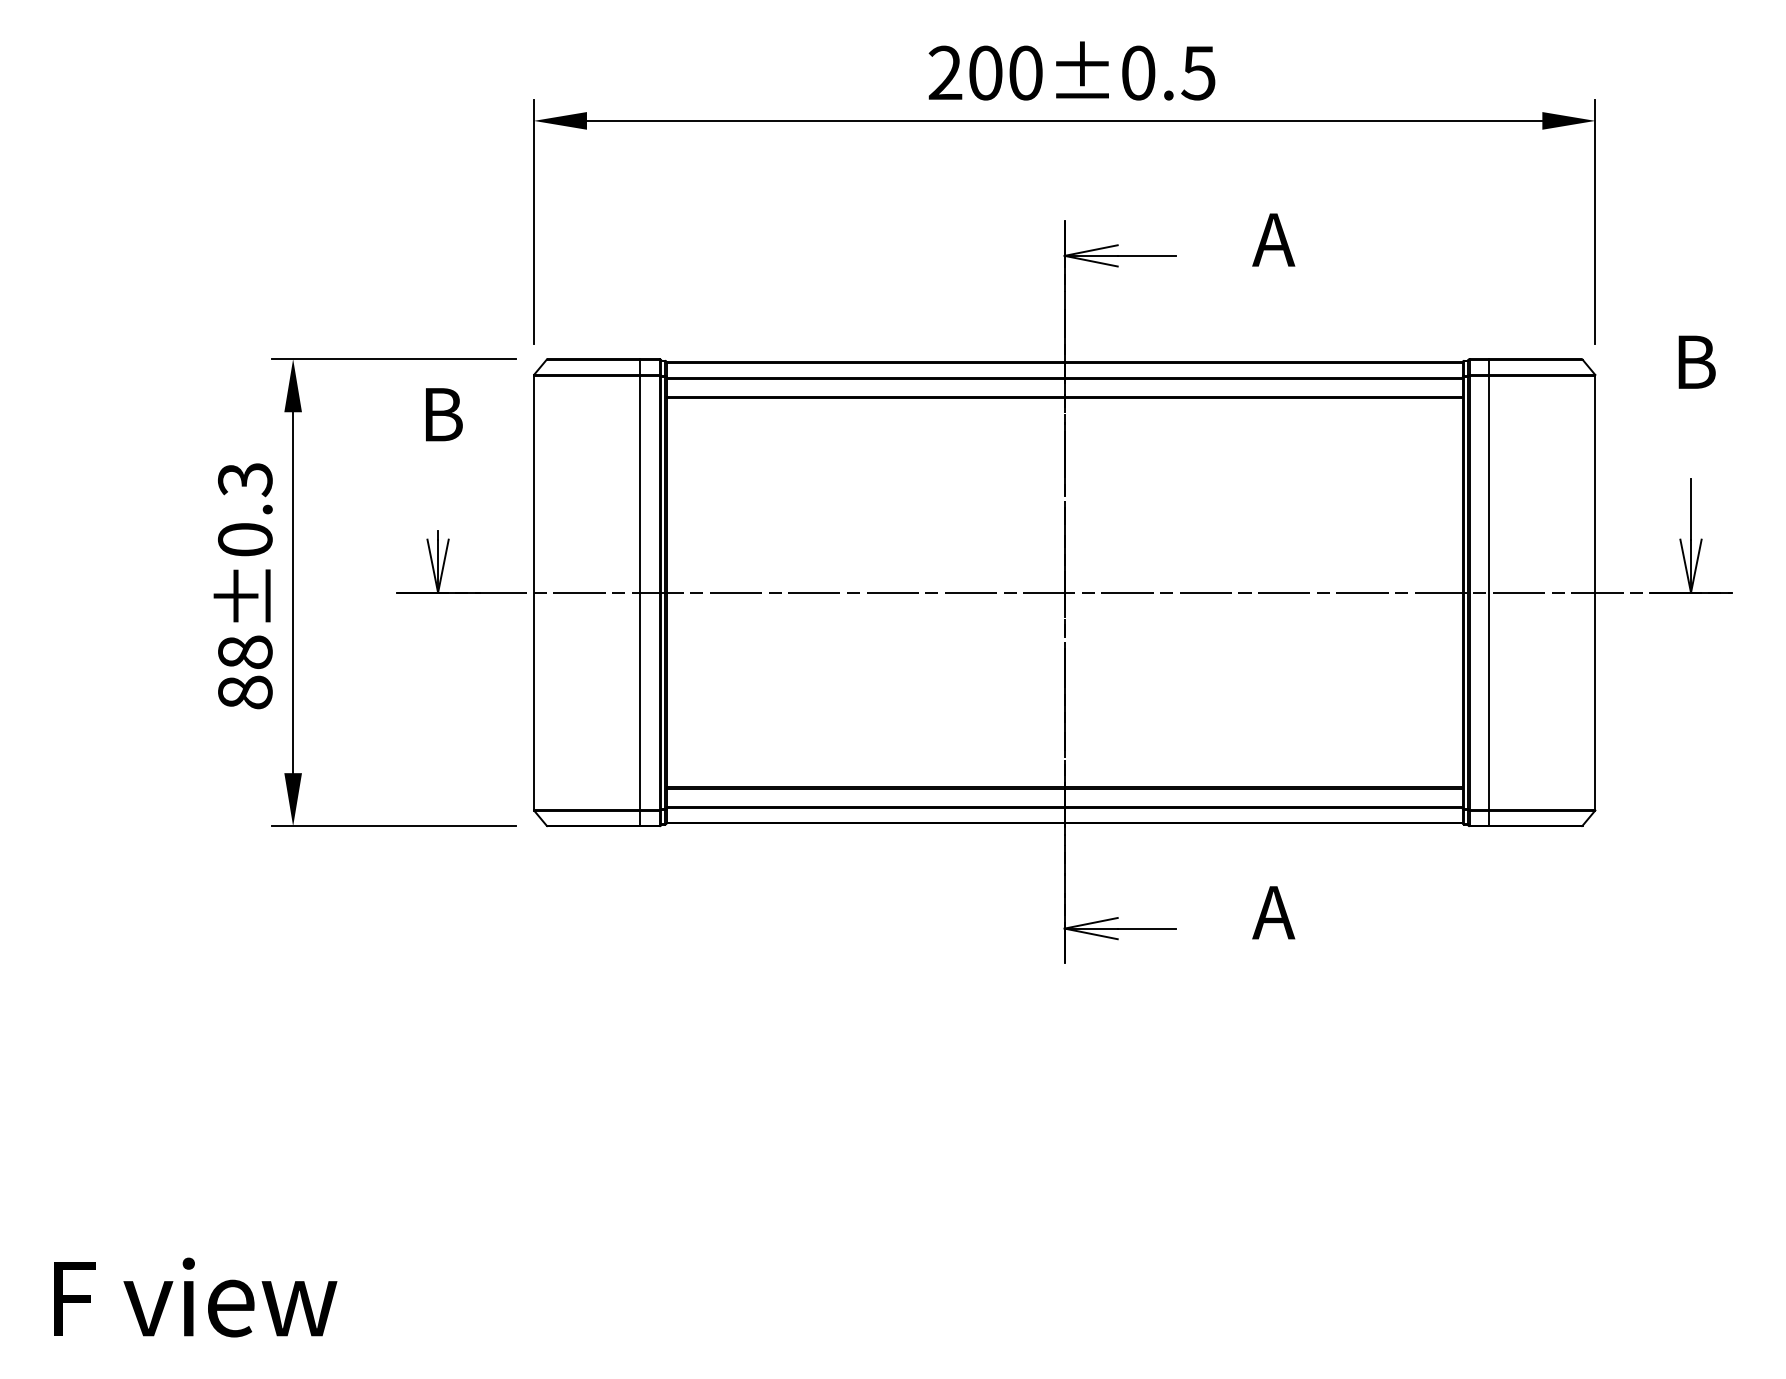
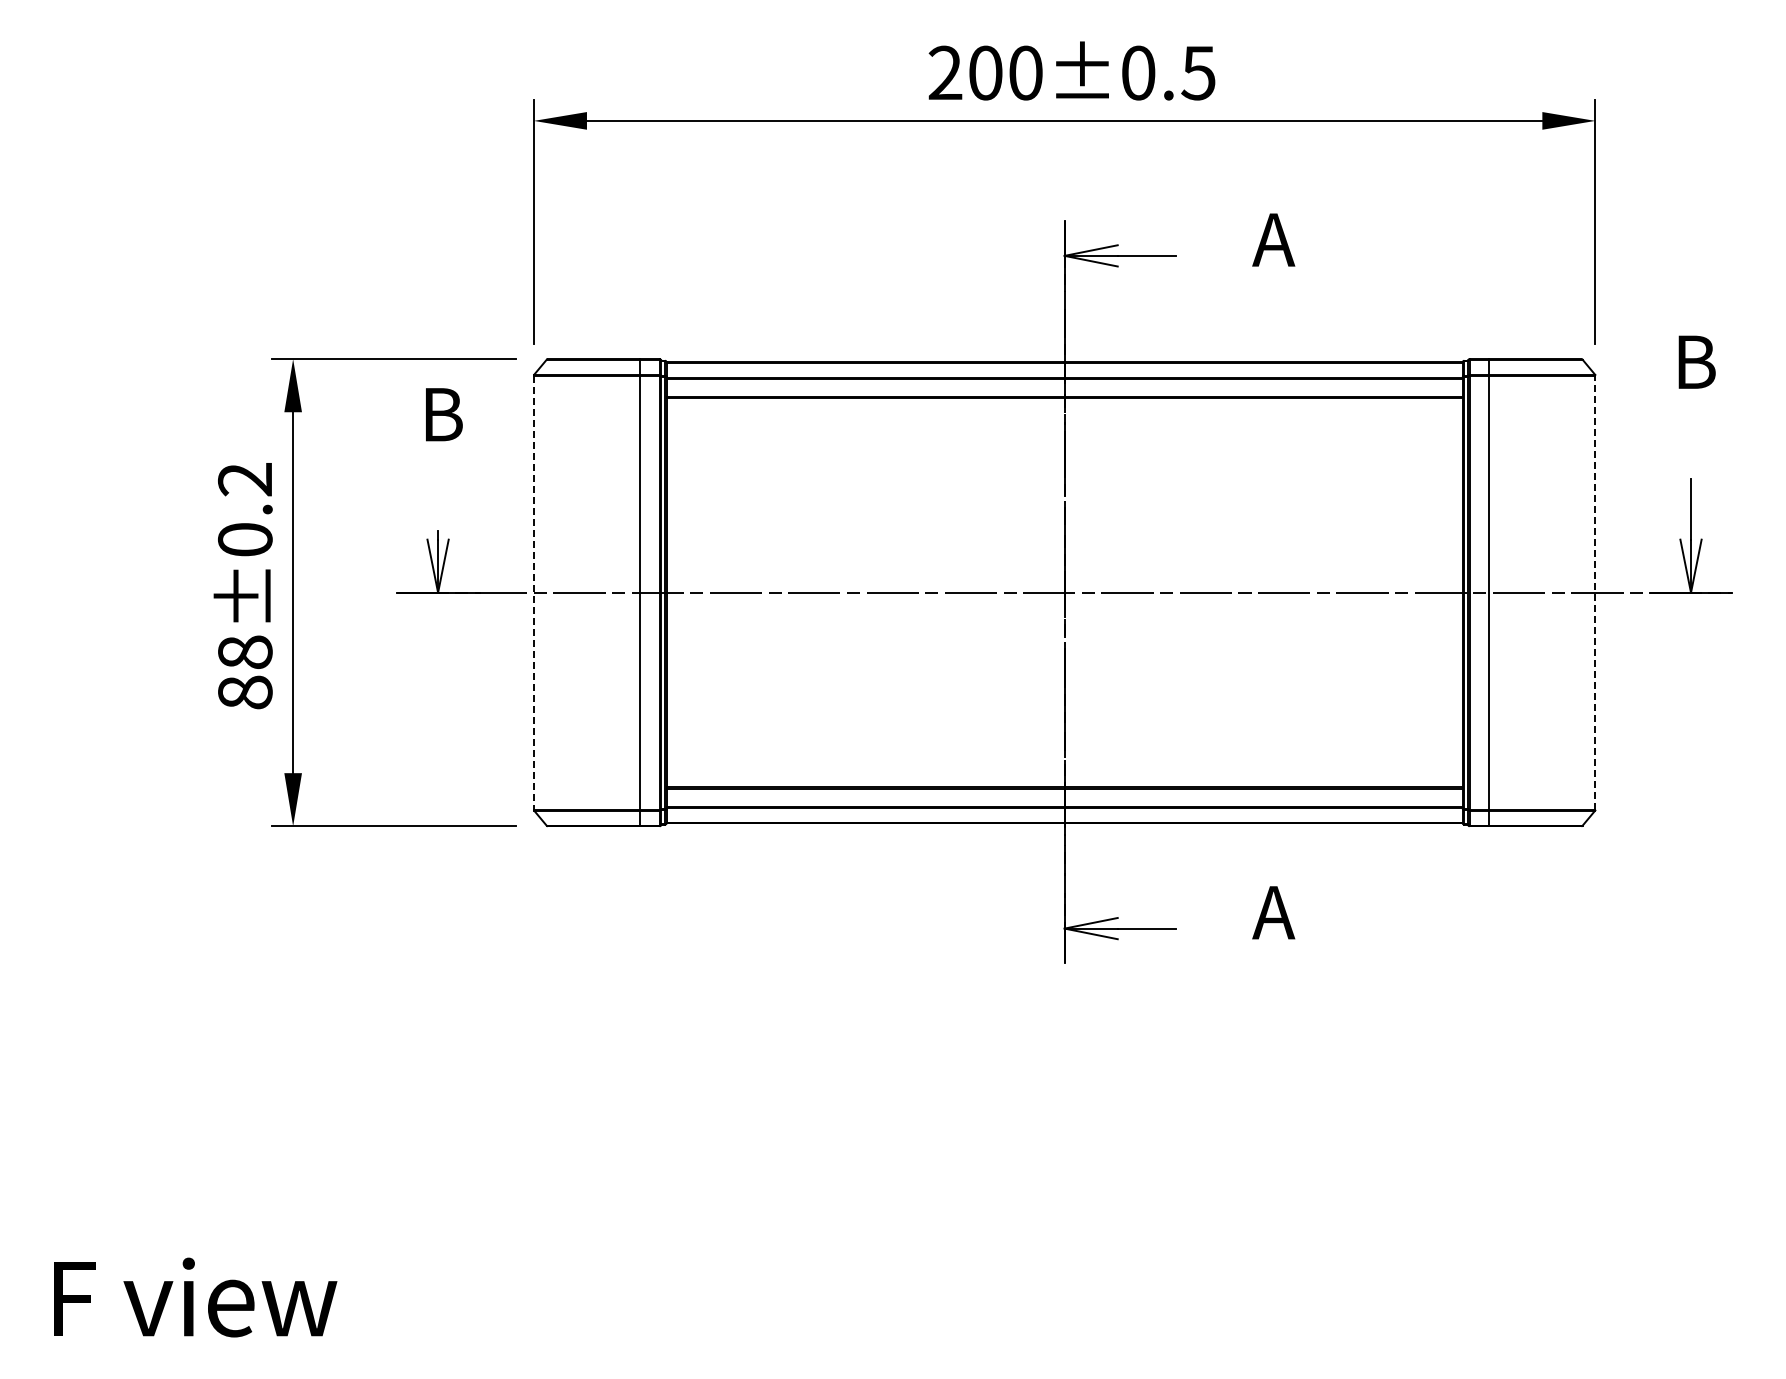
text at (245, 480): 88±0.3 -> 88±0.2
line at (1595, 592): solid -> dashed
line at (533, 593): solid -> dashed
